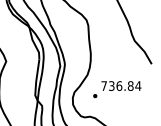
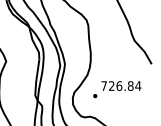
text at (111, 85): 736.84 -> 726.84
